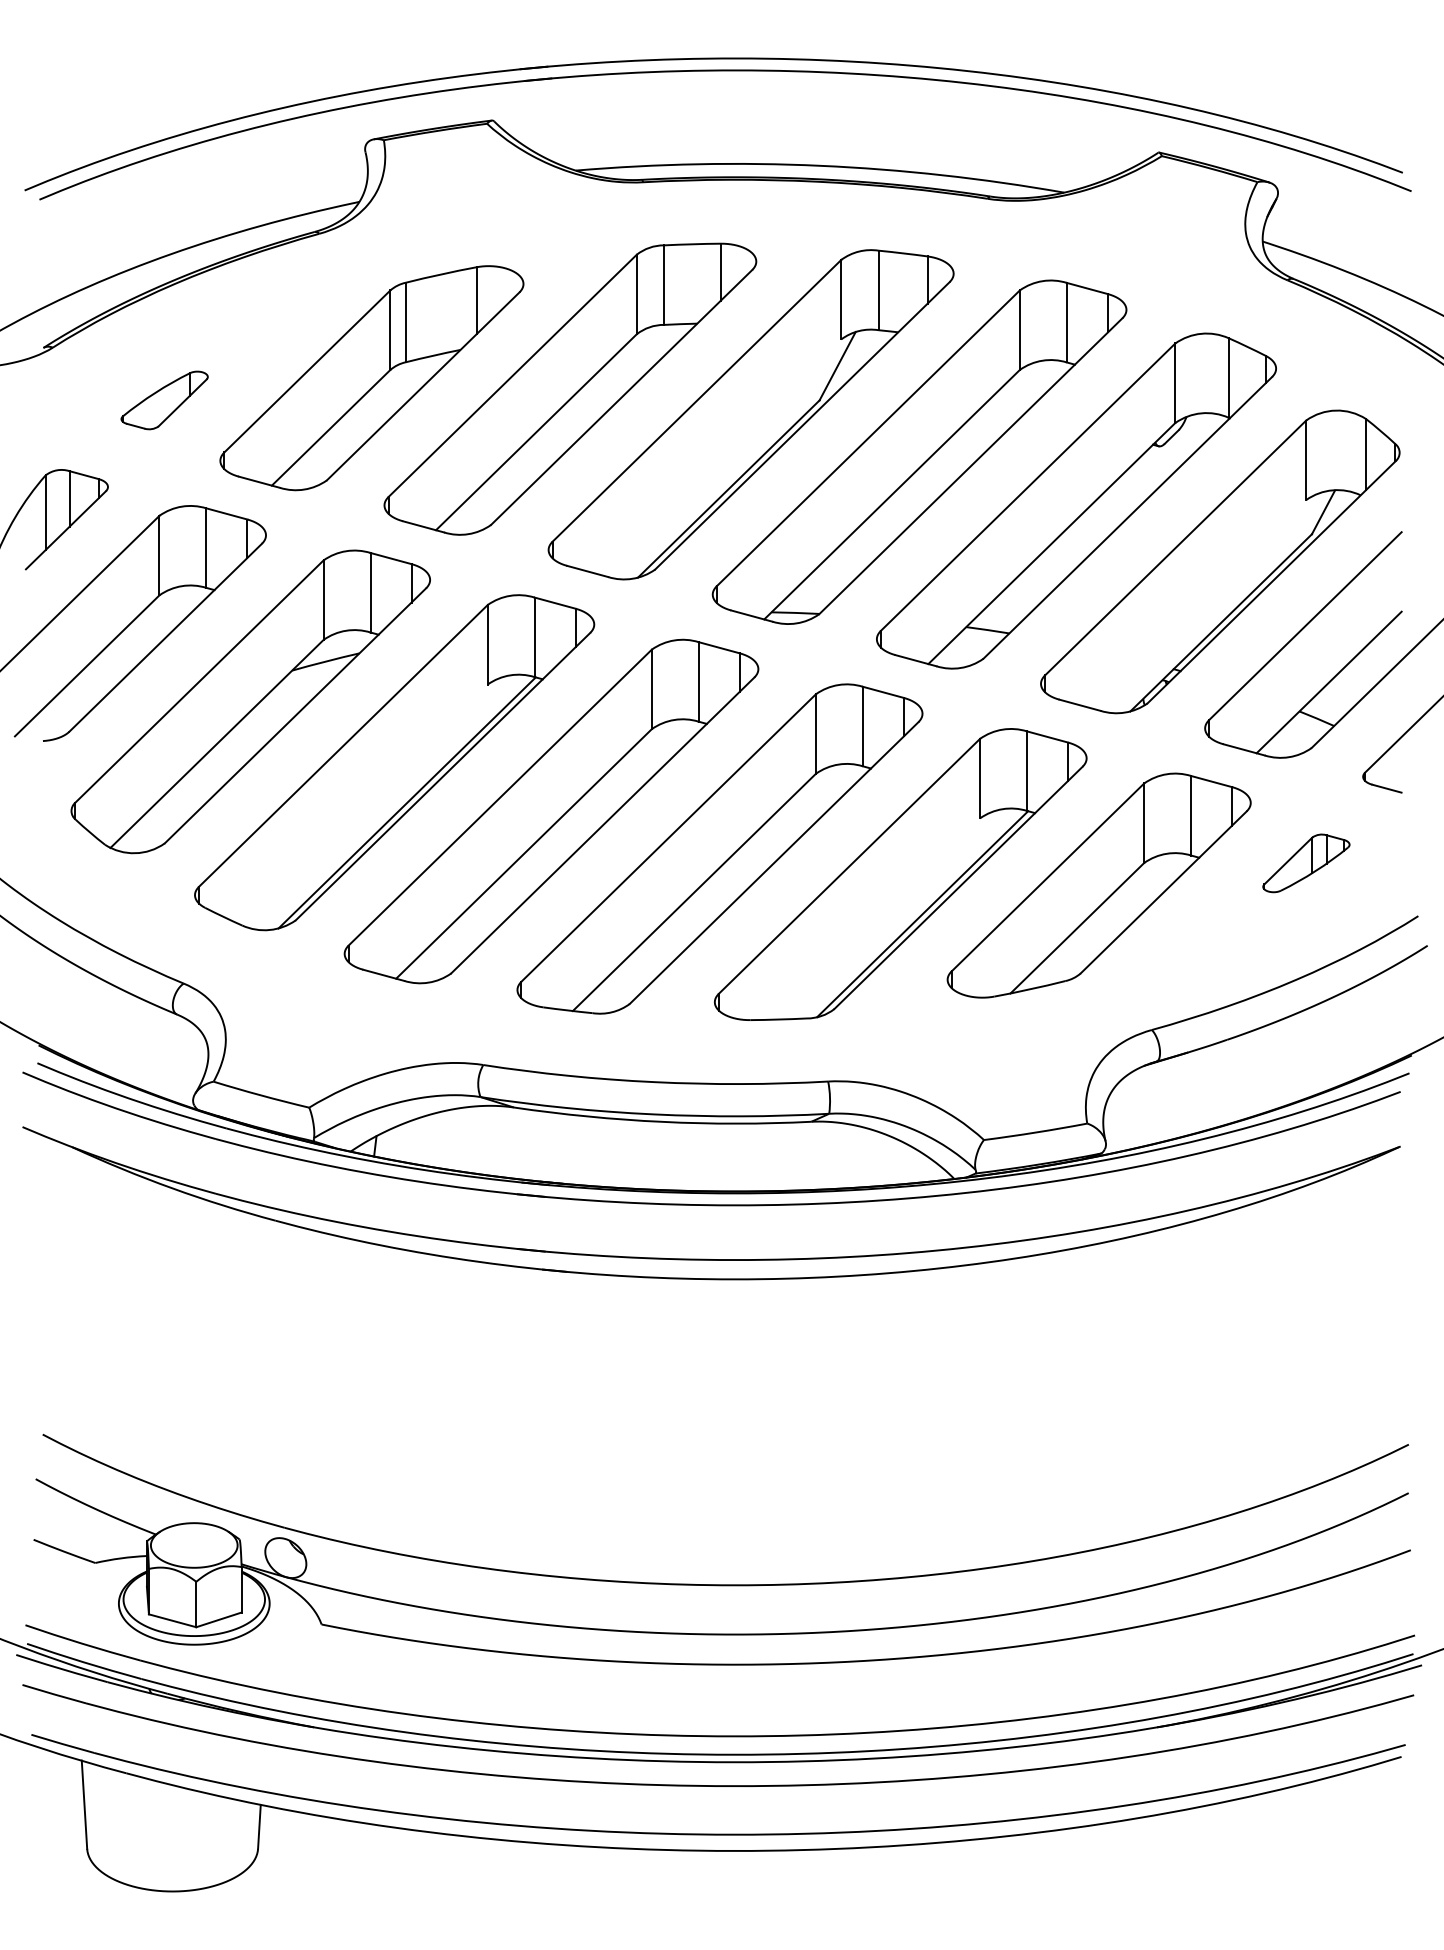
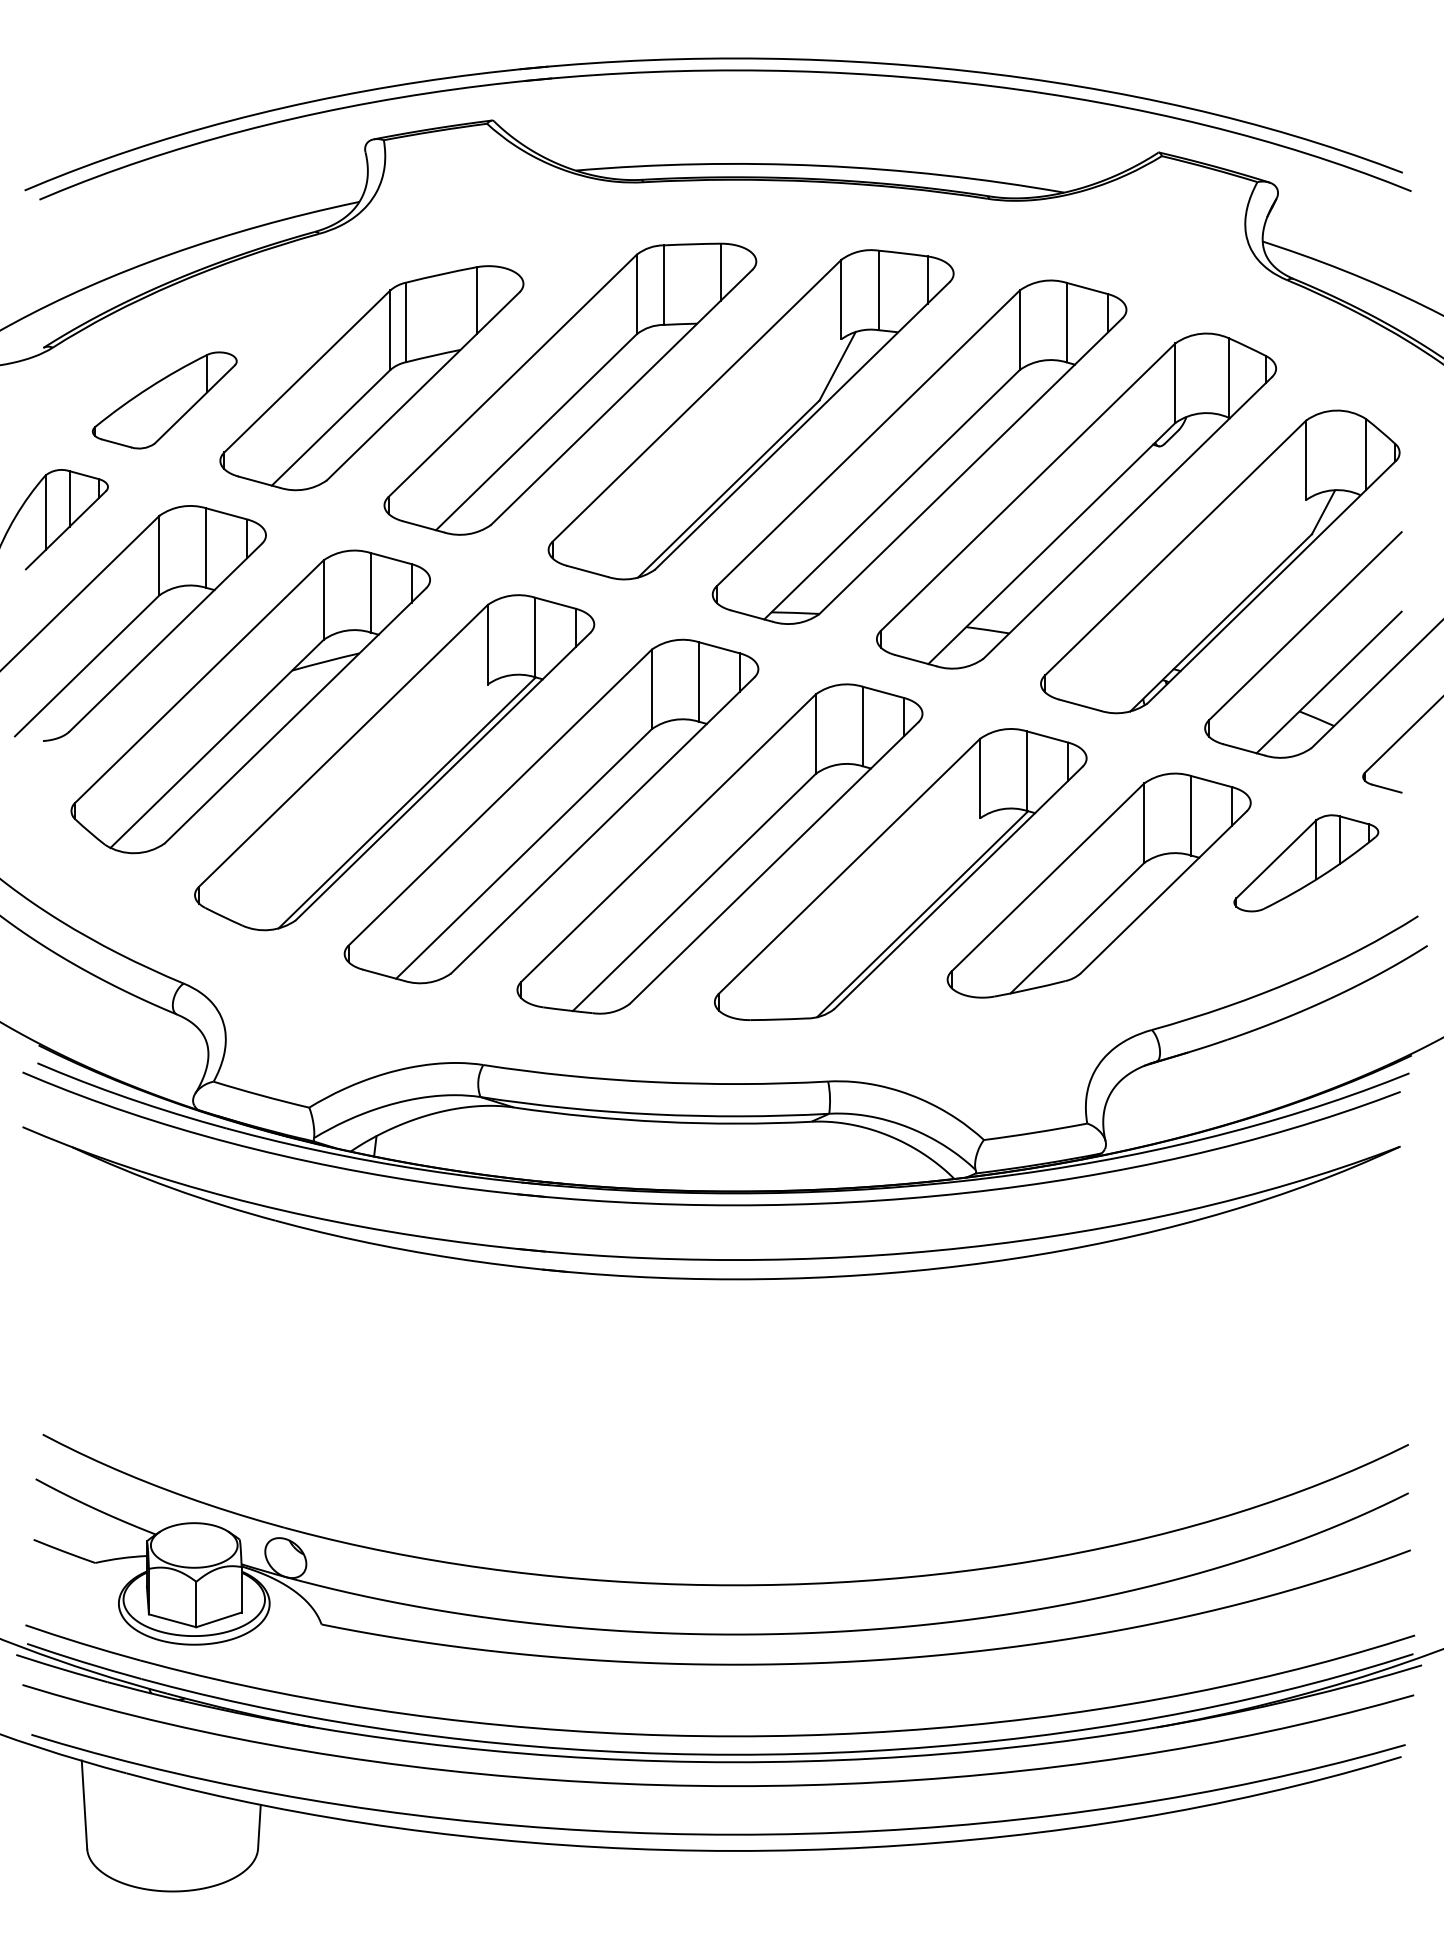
part at (164, 400) size: 89x61 px -> 147x99 px
part at (1306, 863) size: 89x61 px -> 147x99 px
